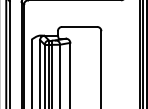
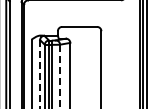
line at (40, 75): solid -> dashed
line at (60, 76): solid -> dashed
